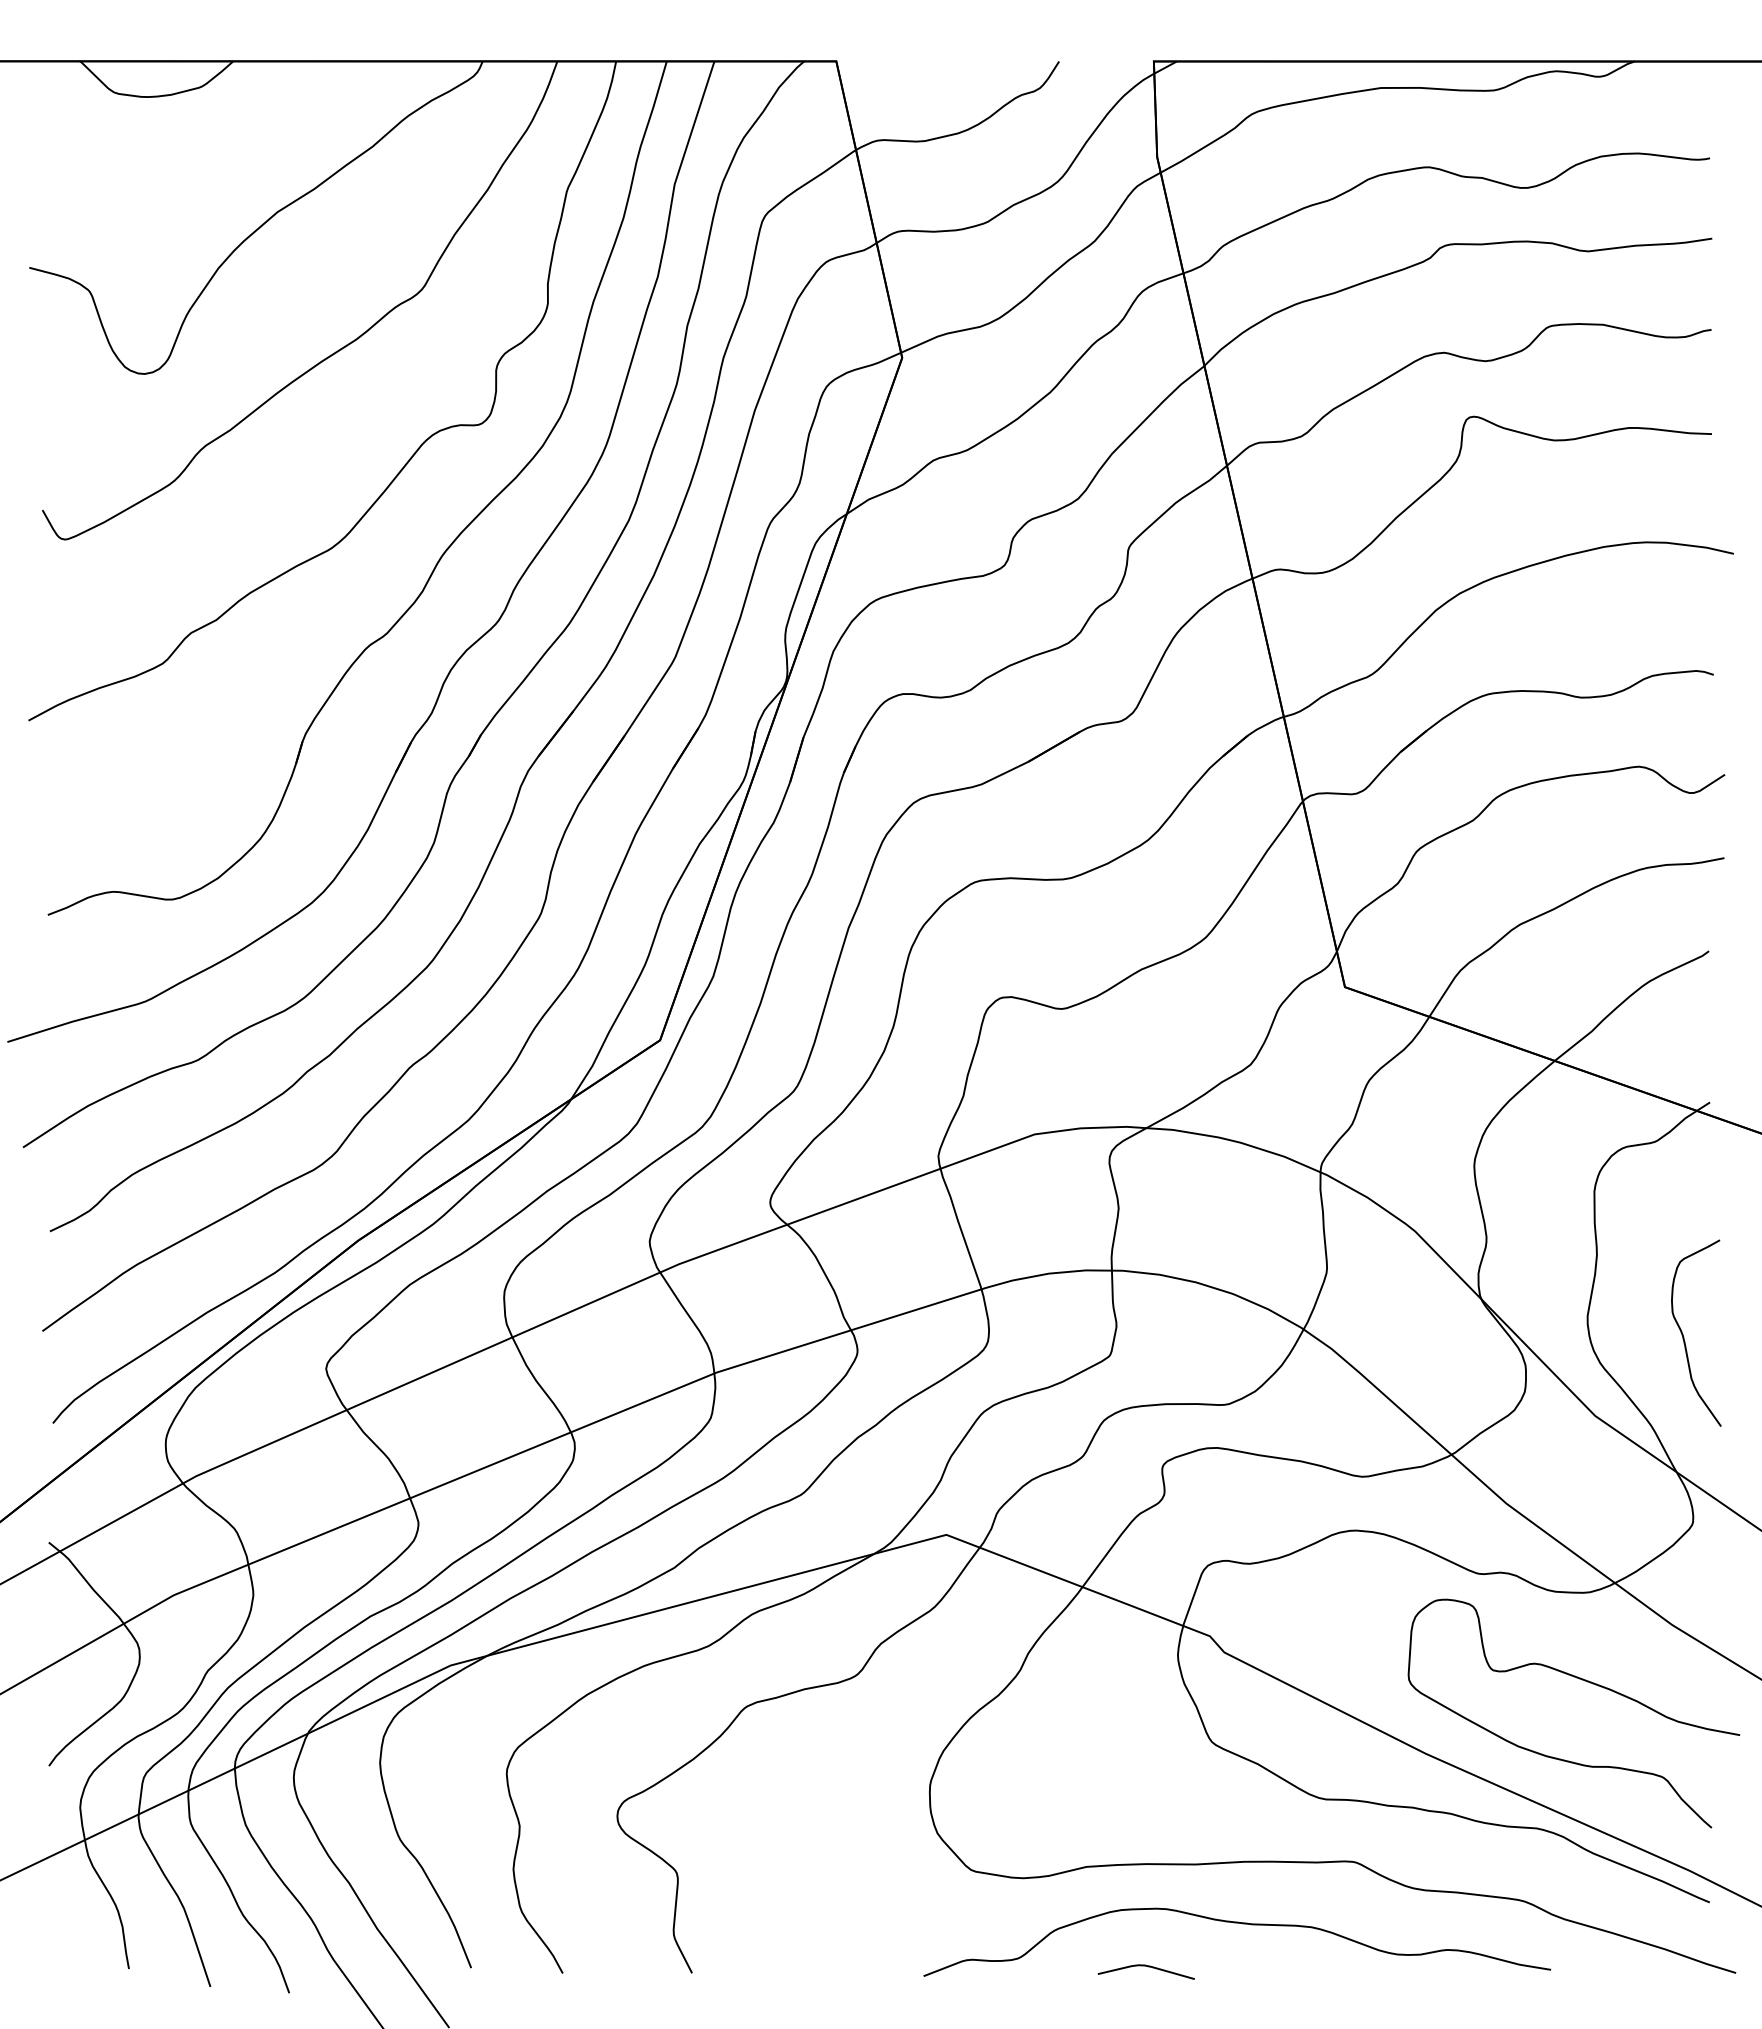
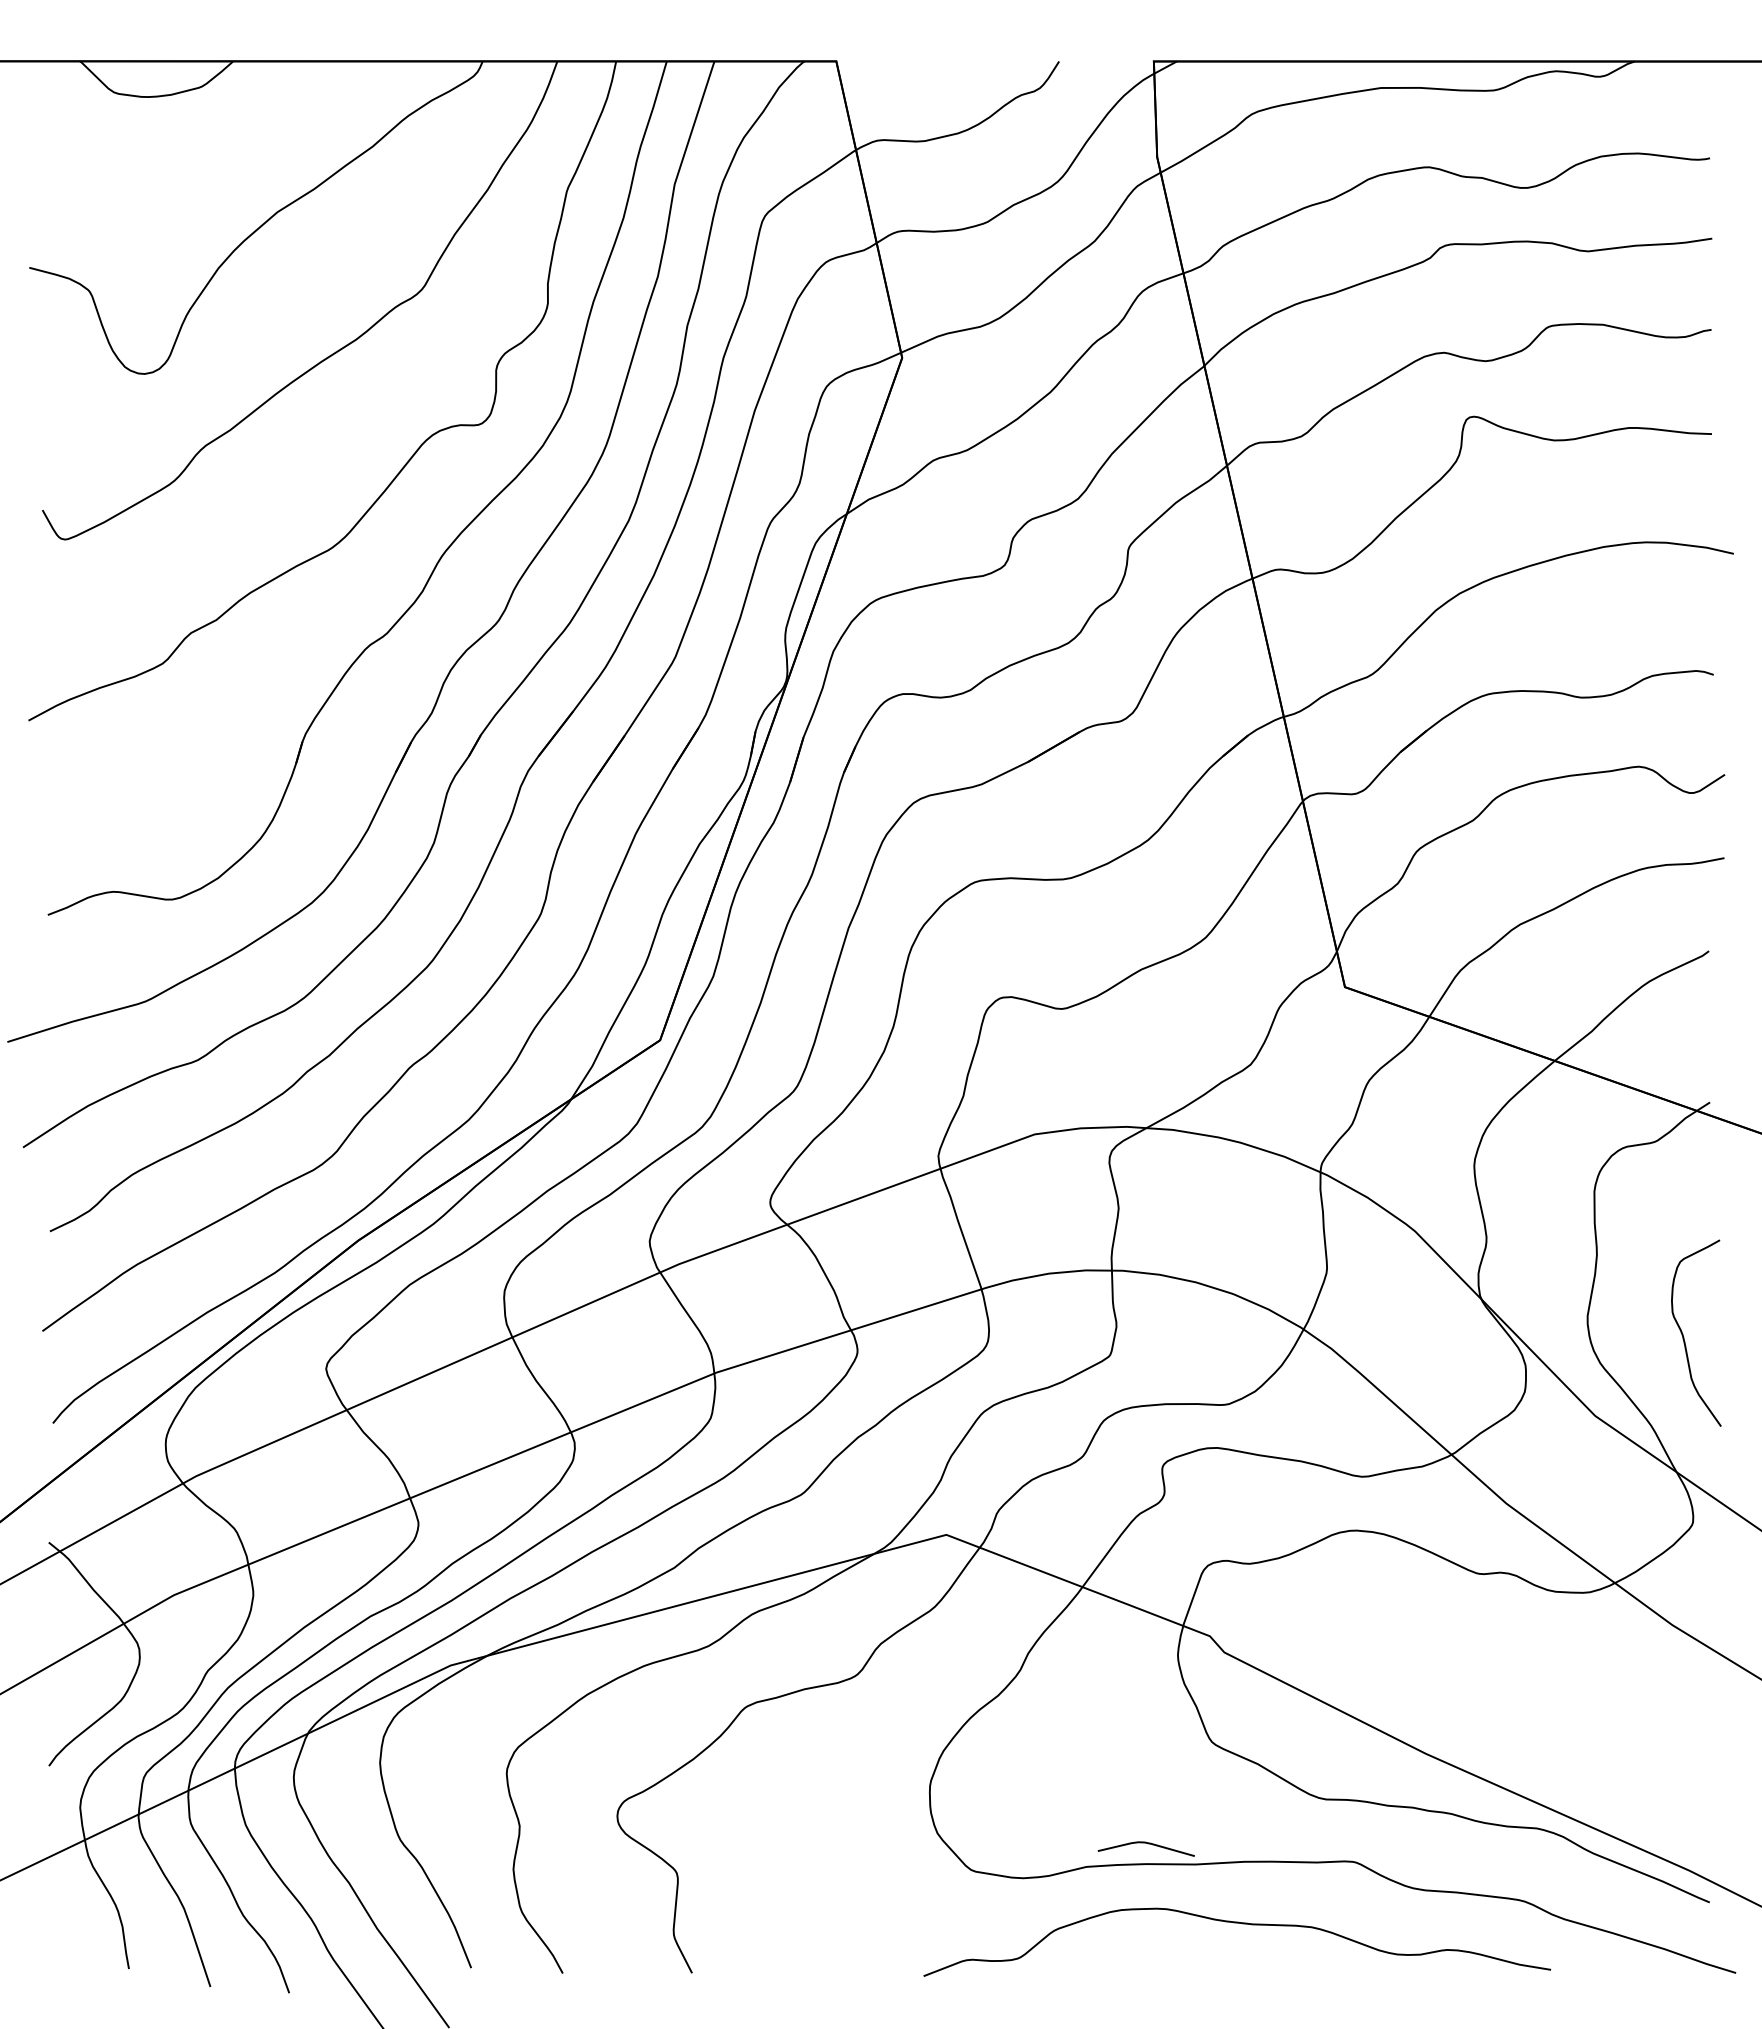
curve at (1584, 1681): present -> none
curve at (1145, 1966) position: (1145, 1966) -> (1145, 1843)
